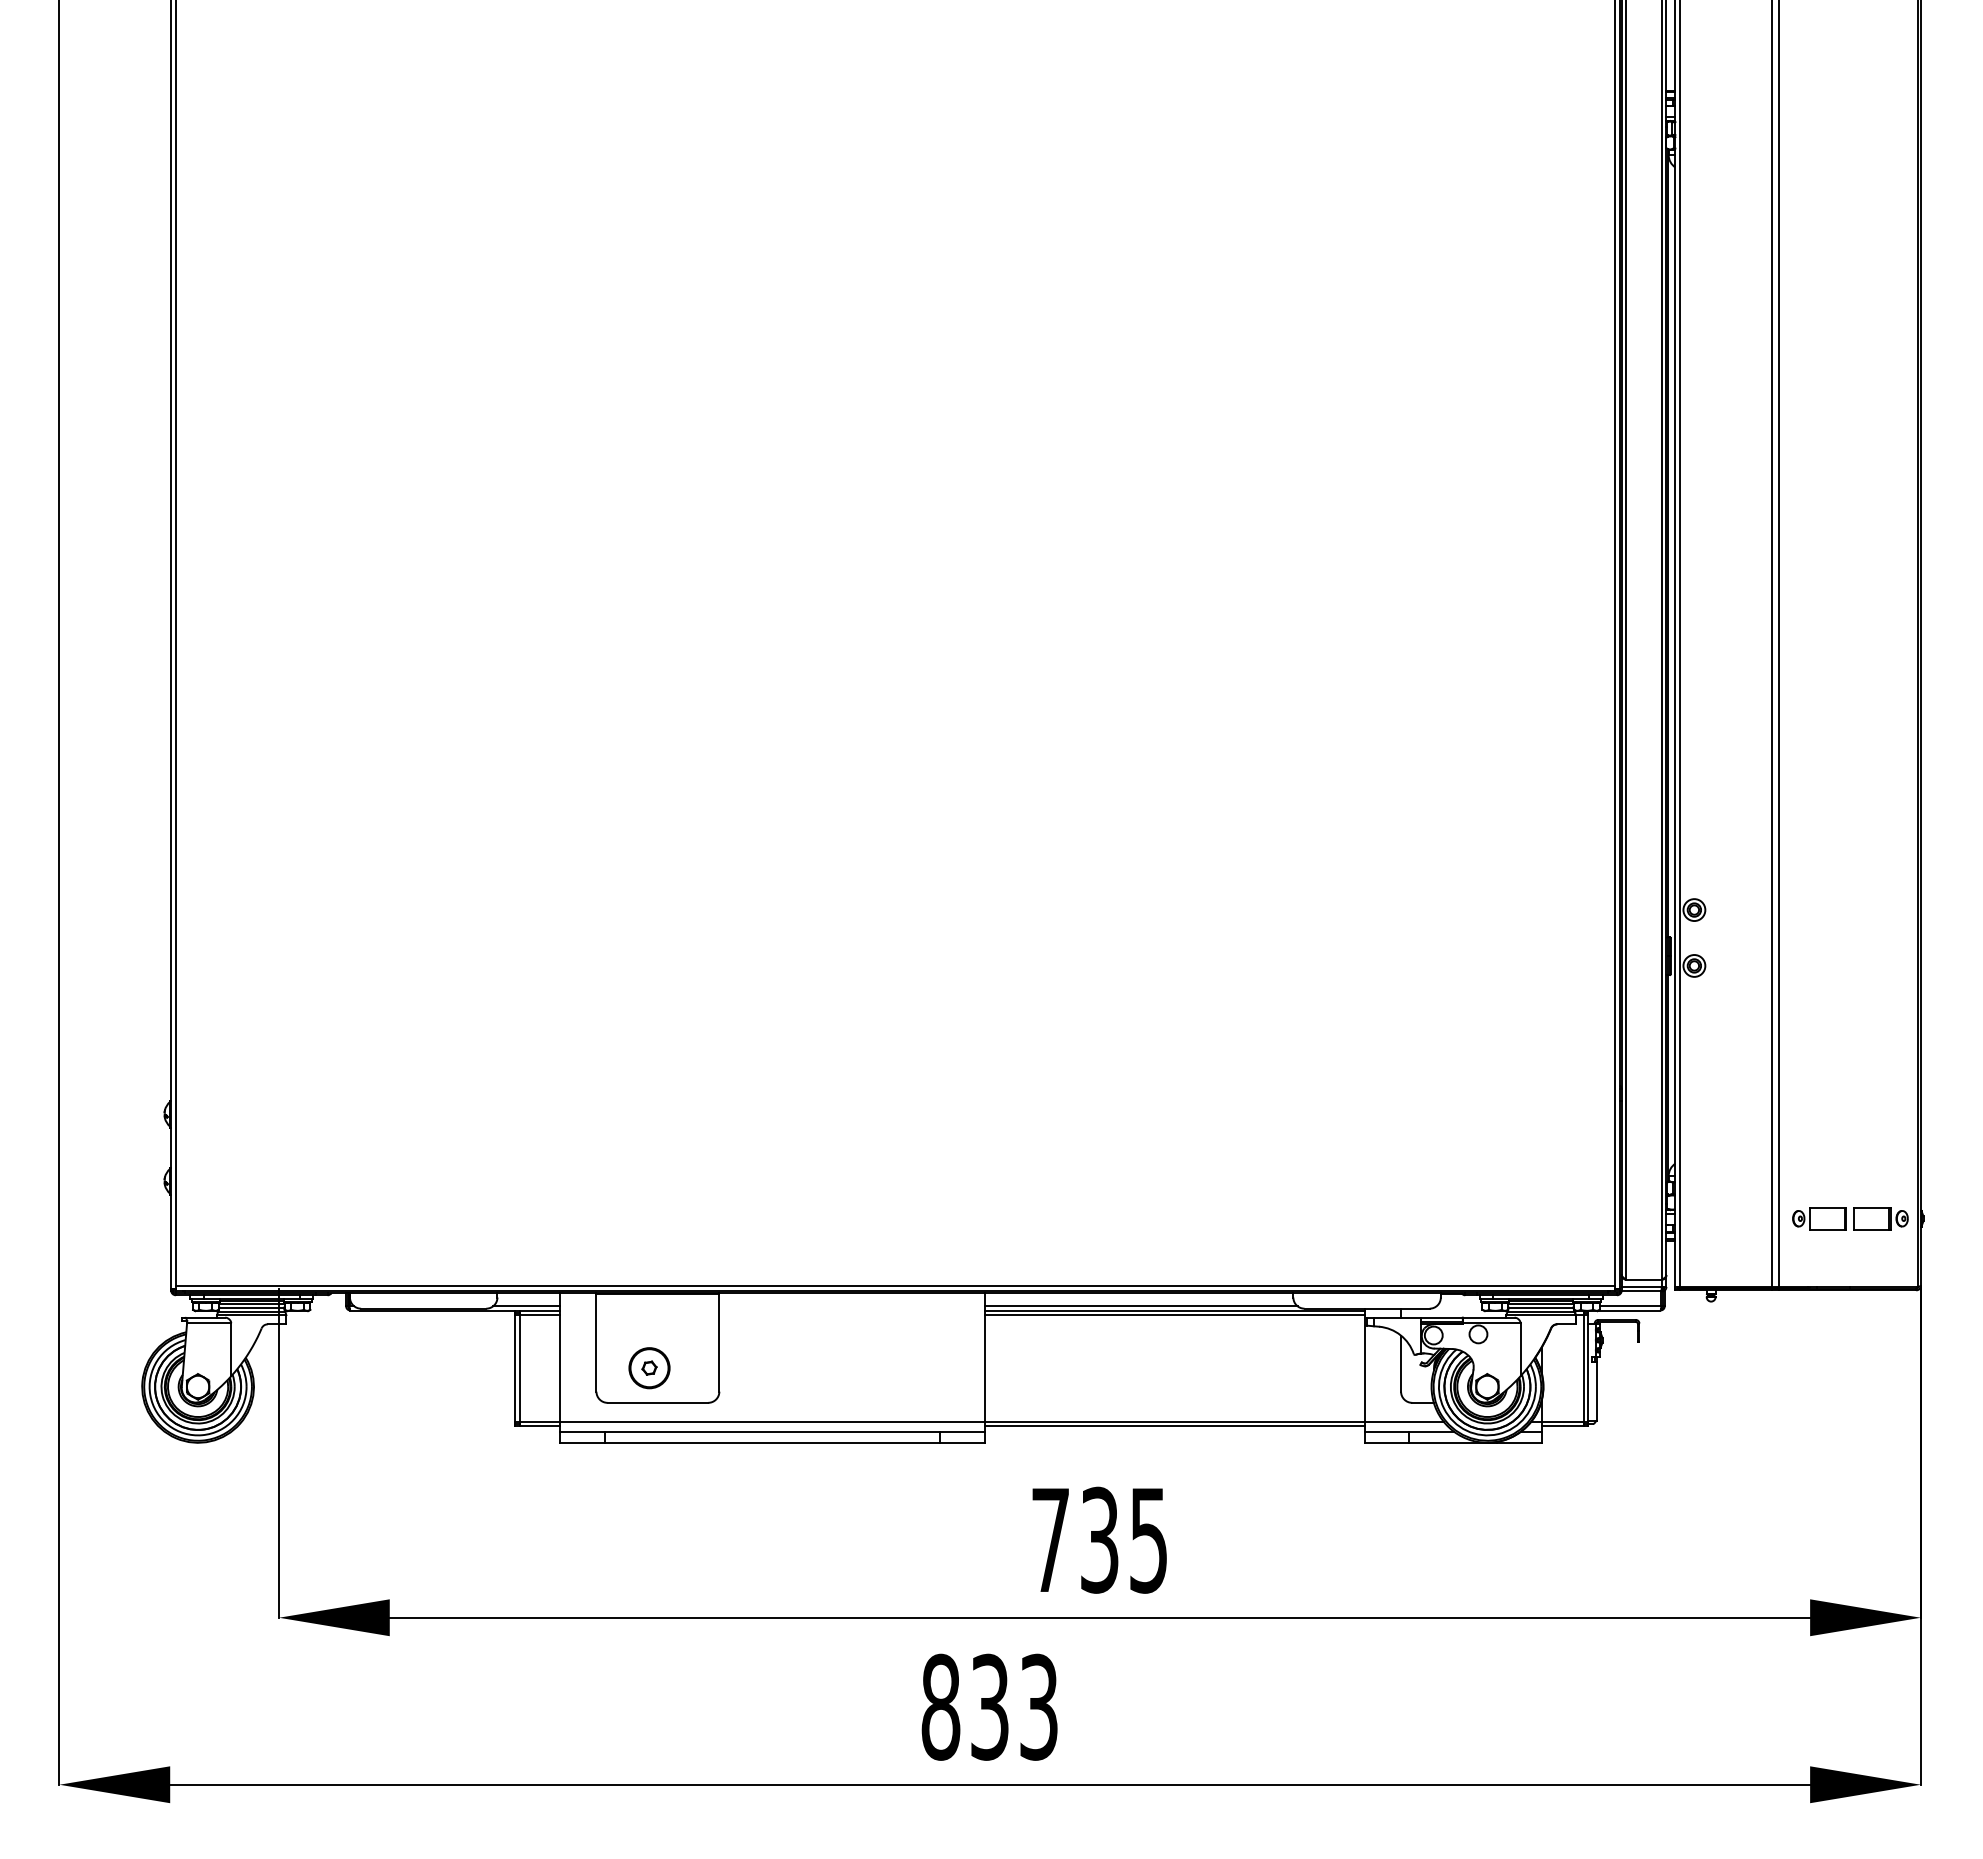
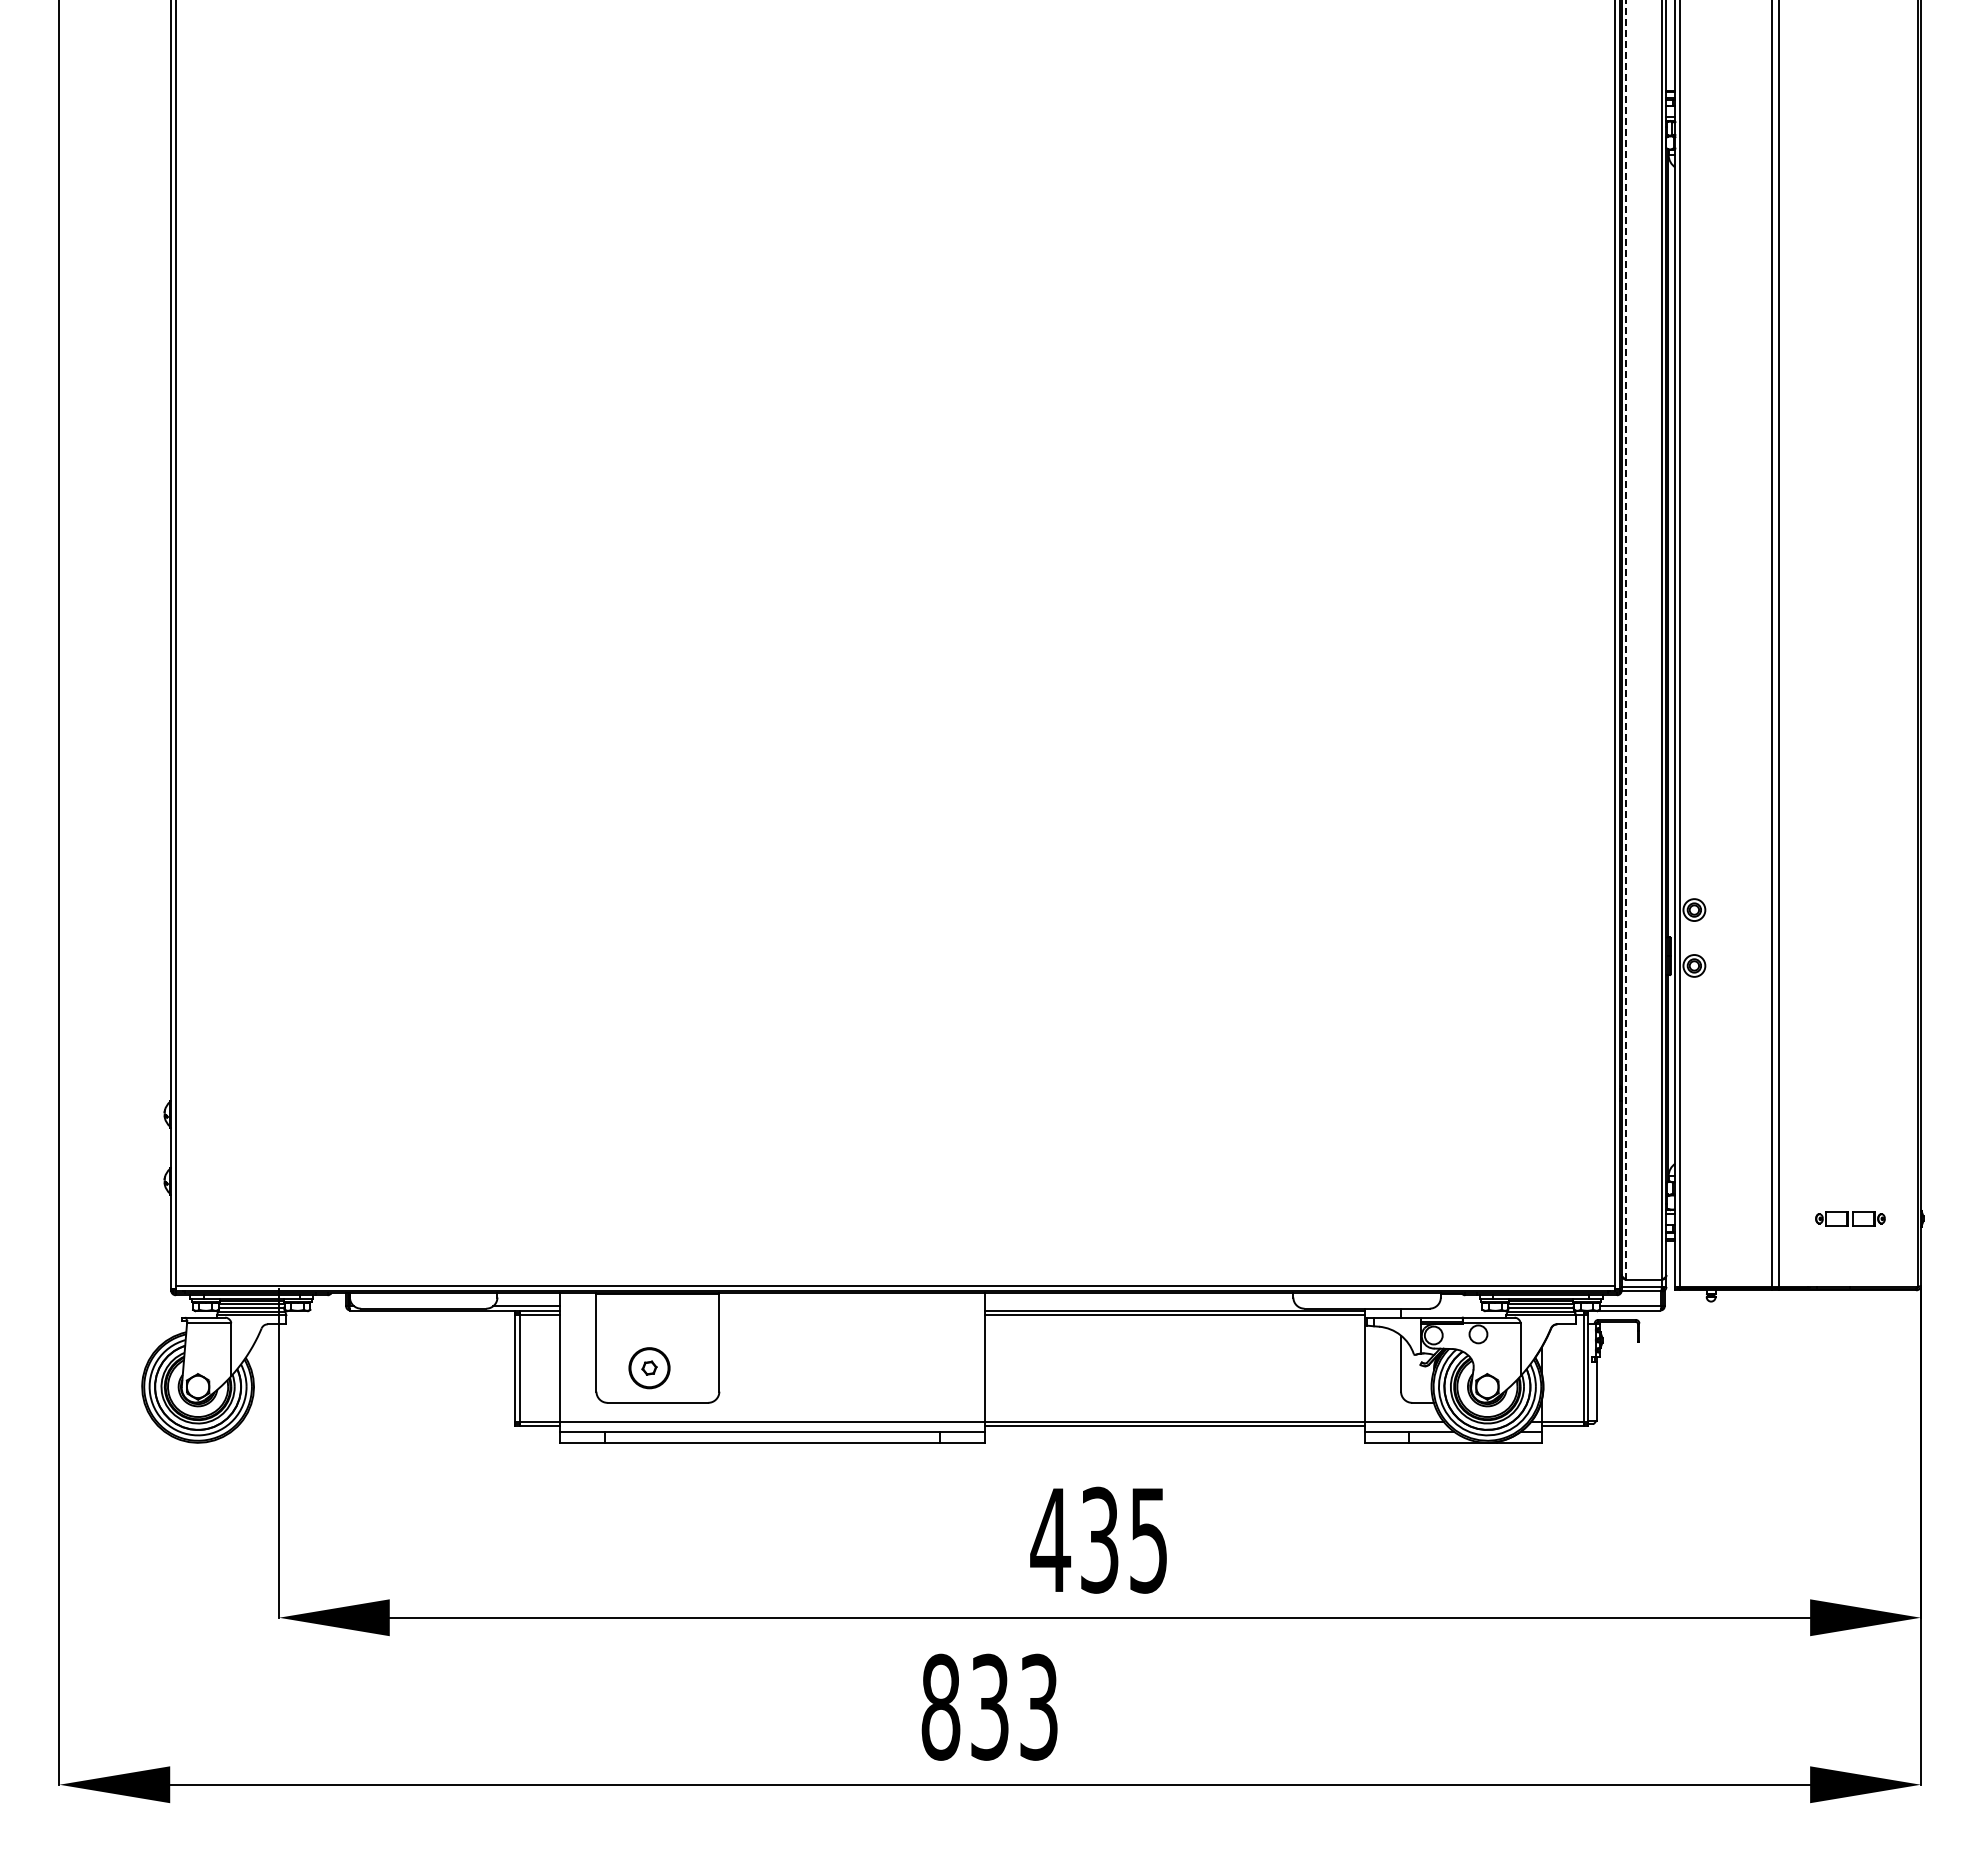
line at (1626, 640): solid -> dashed
part at (1850, 1218) size: 117x24 px -> 71x16 px
line at (1140, 1306): present -> none
text at (1050, 1539): 735 -> 435
